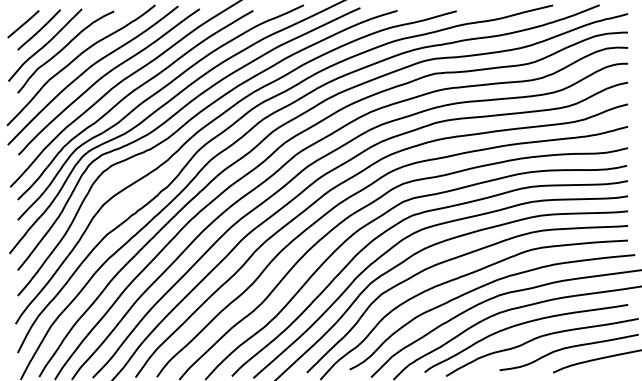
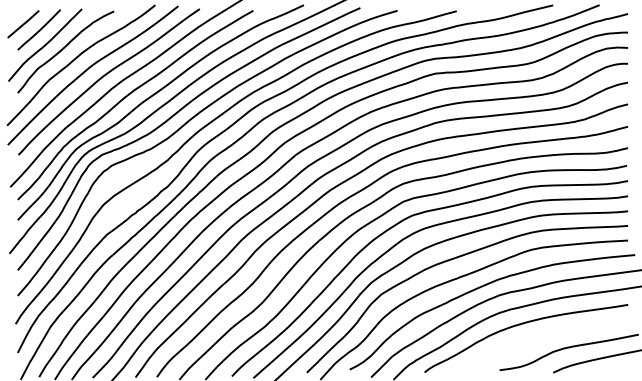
curve at (536, 339): present -> none
